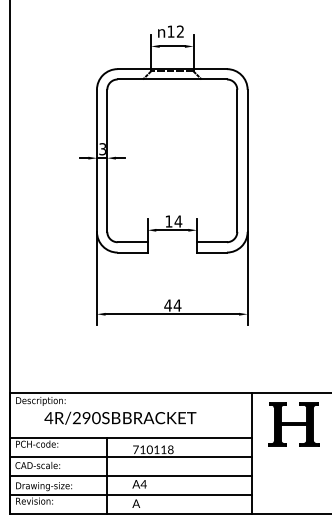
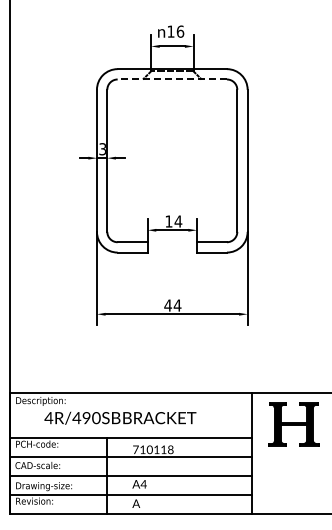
text at (180, 31): 12 -> 16
line at (172, 79): solid -> dashed
text at (76, 418): 4R/290SB -> 4R/490SB
